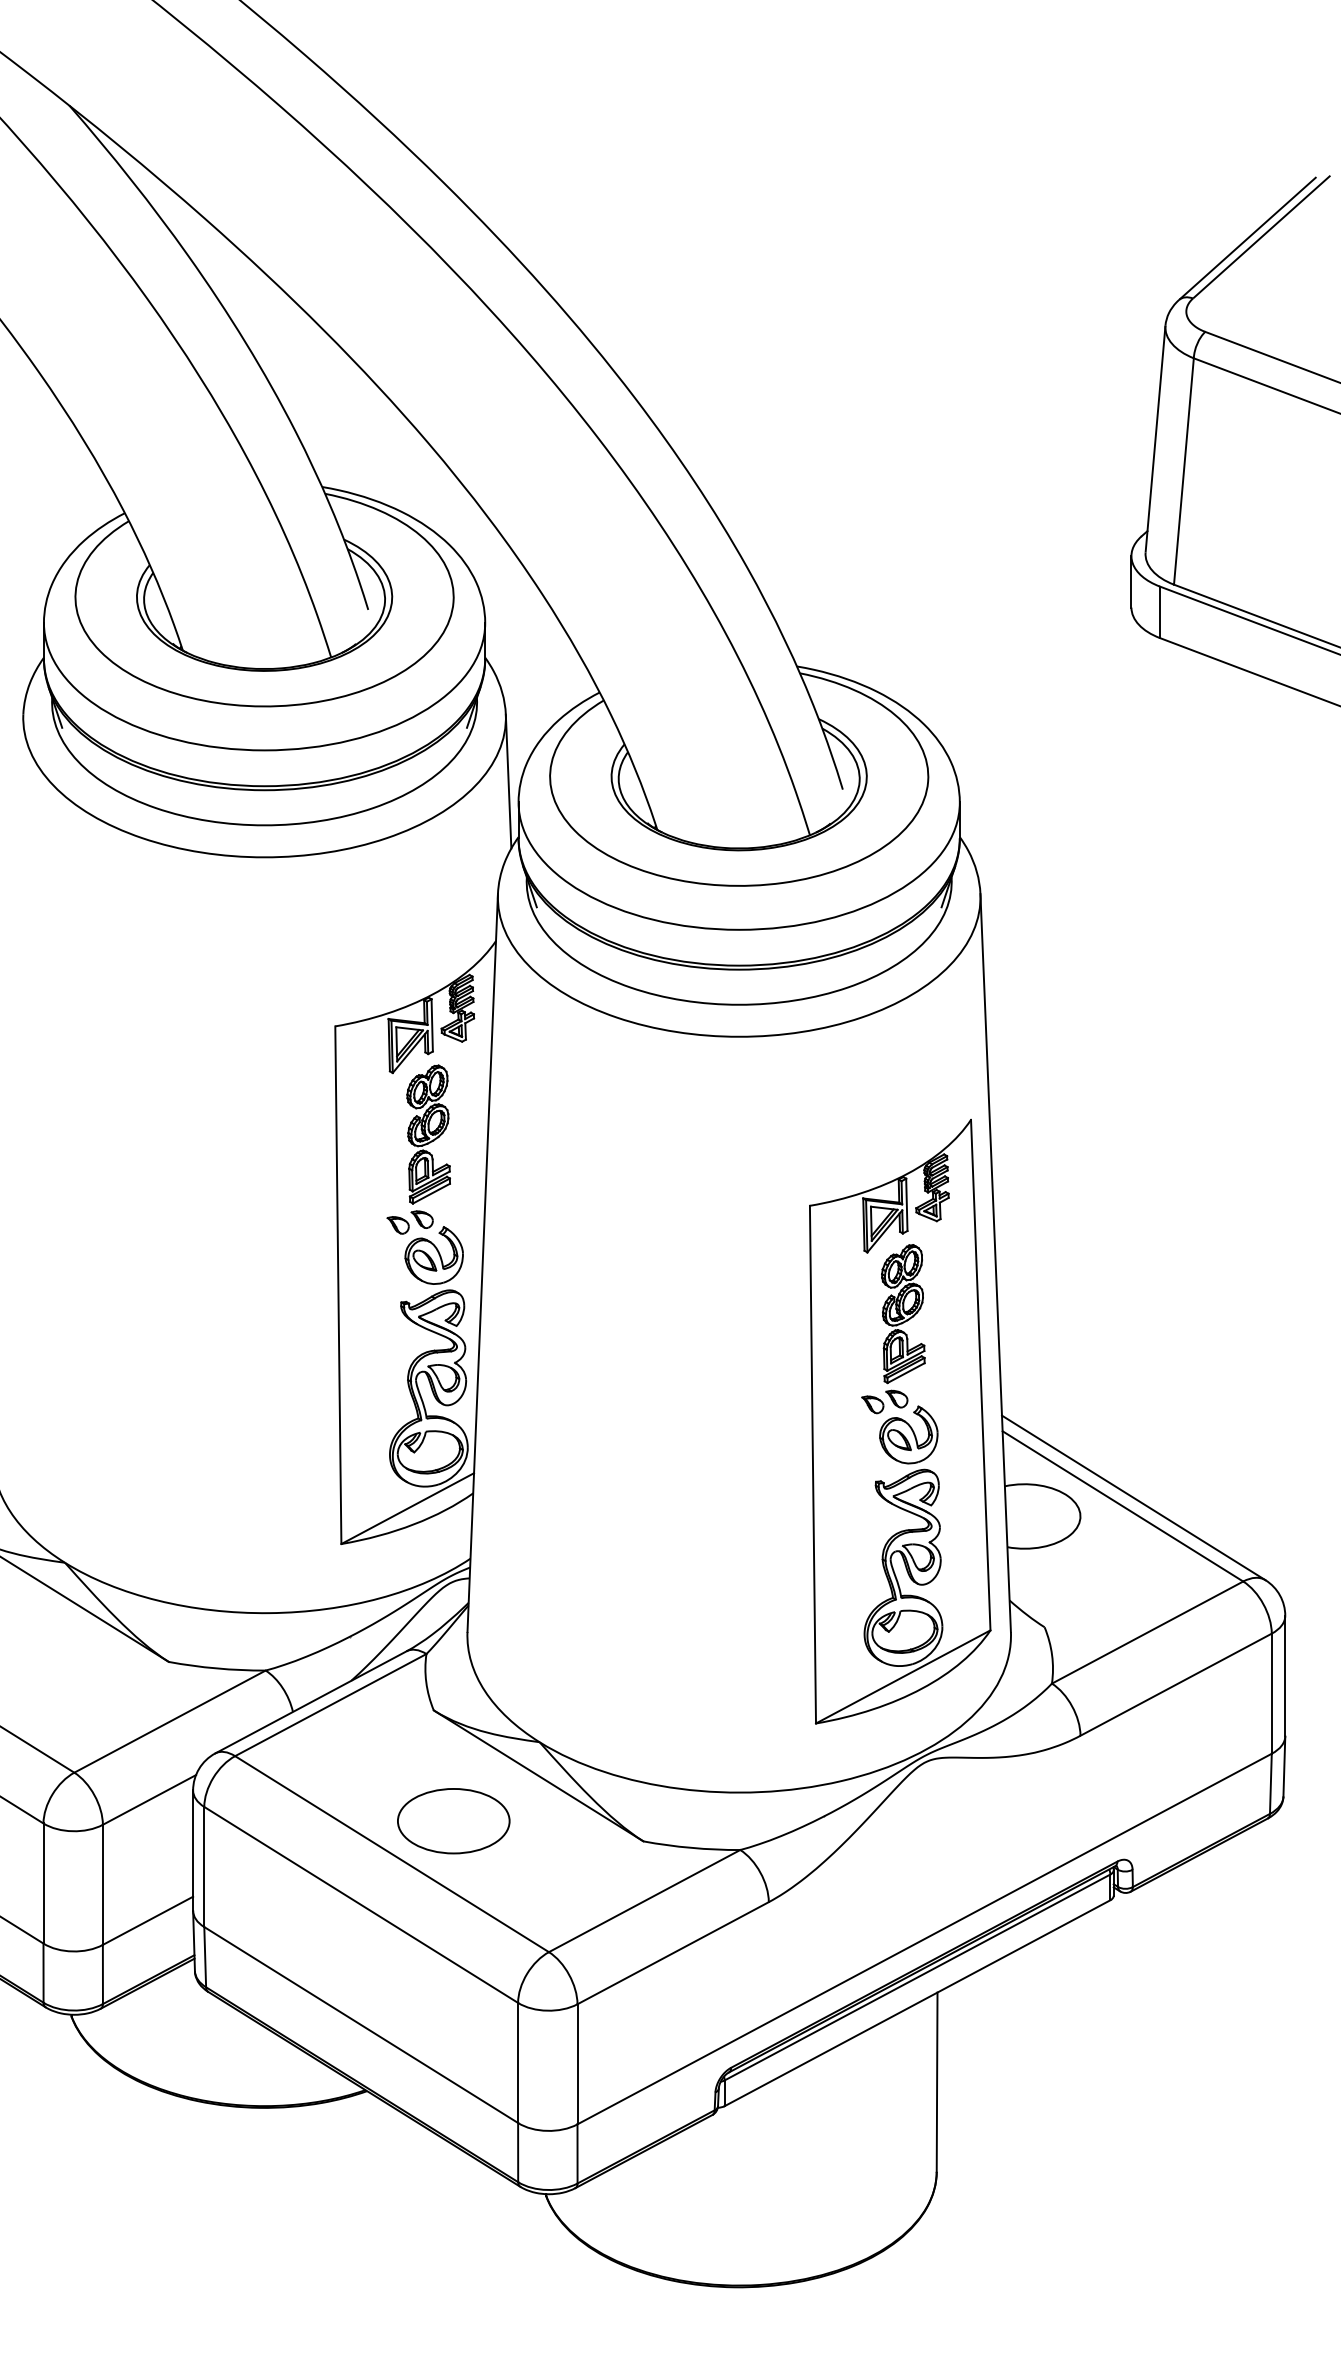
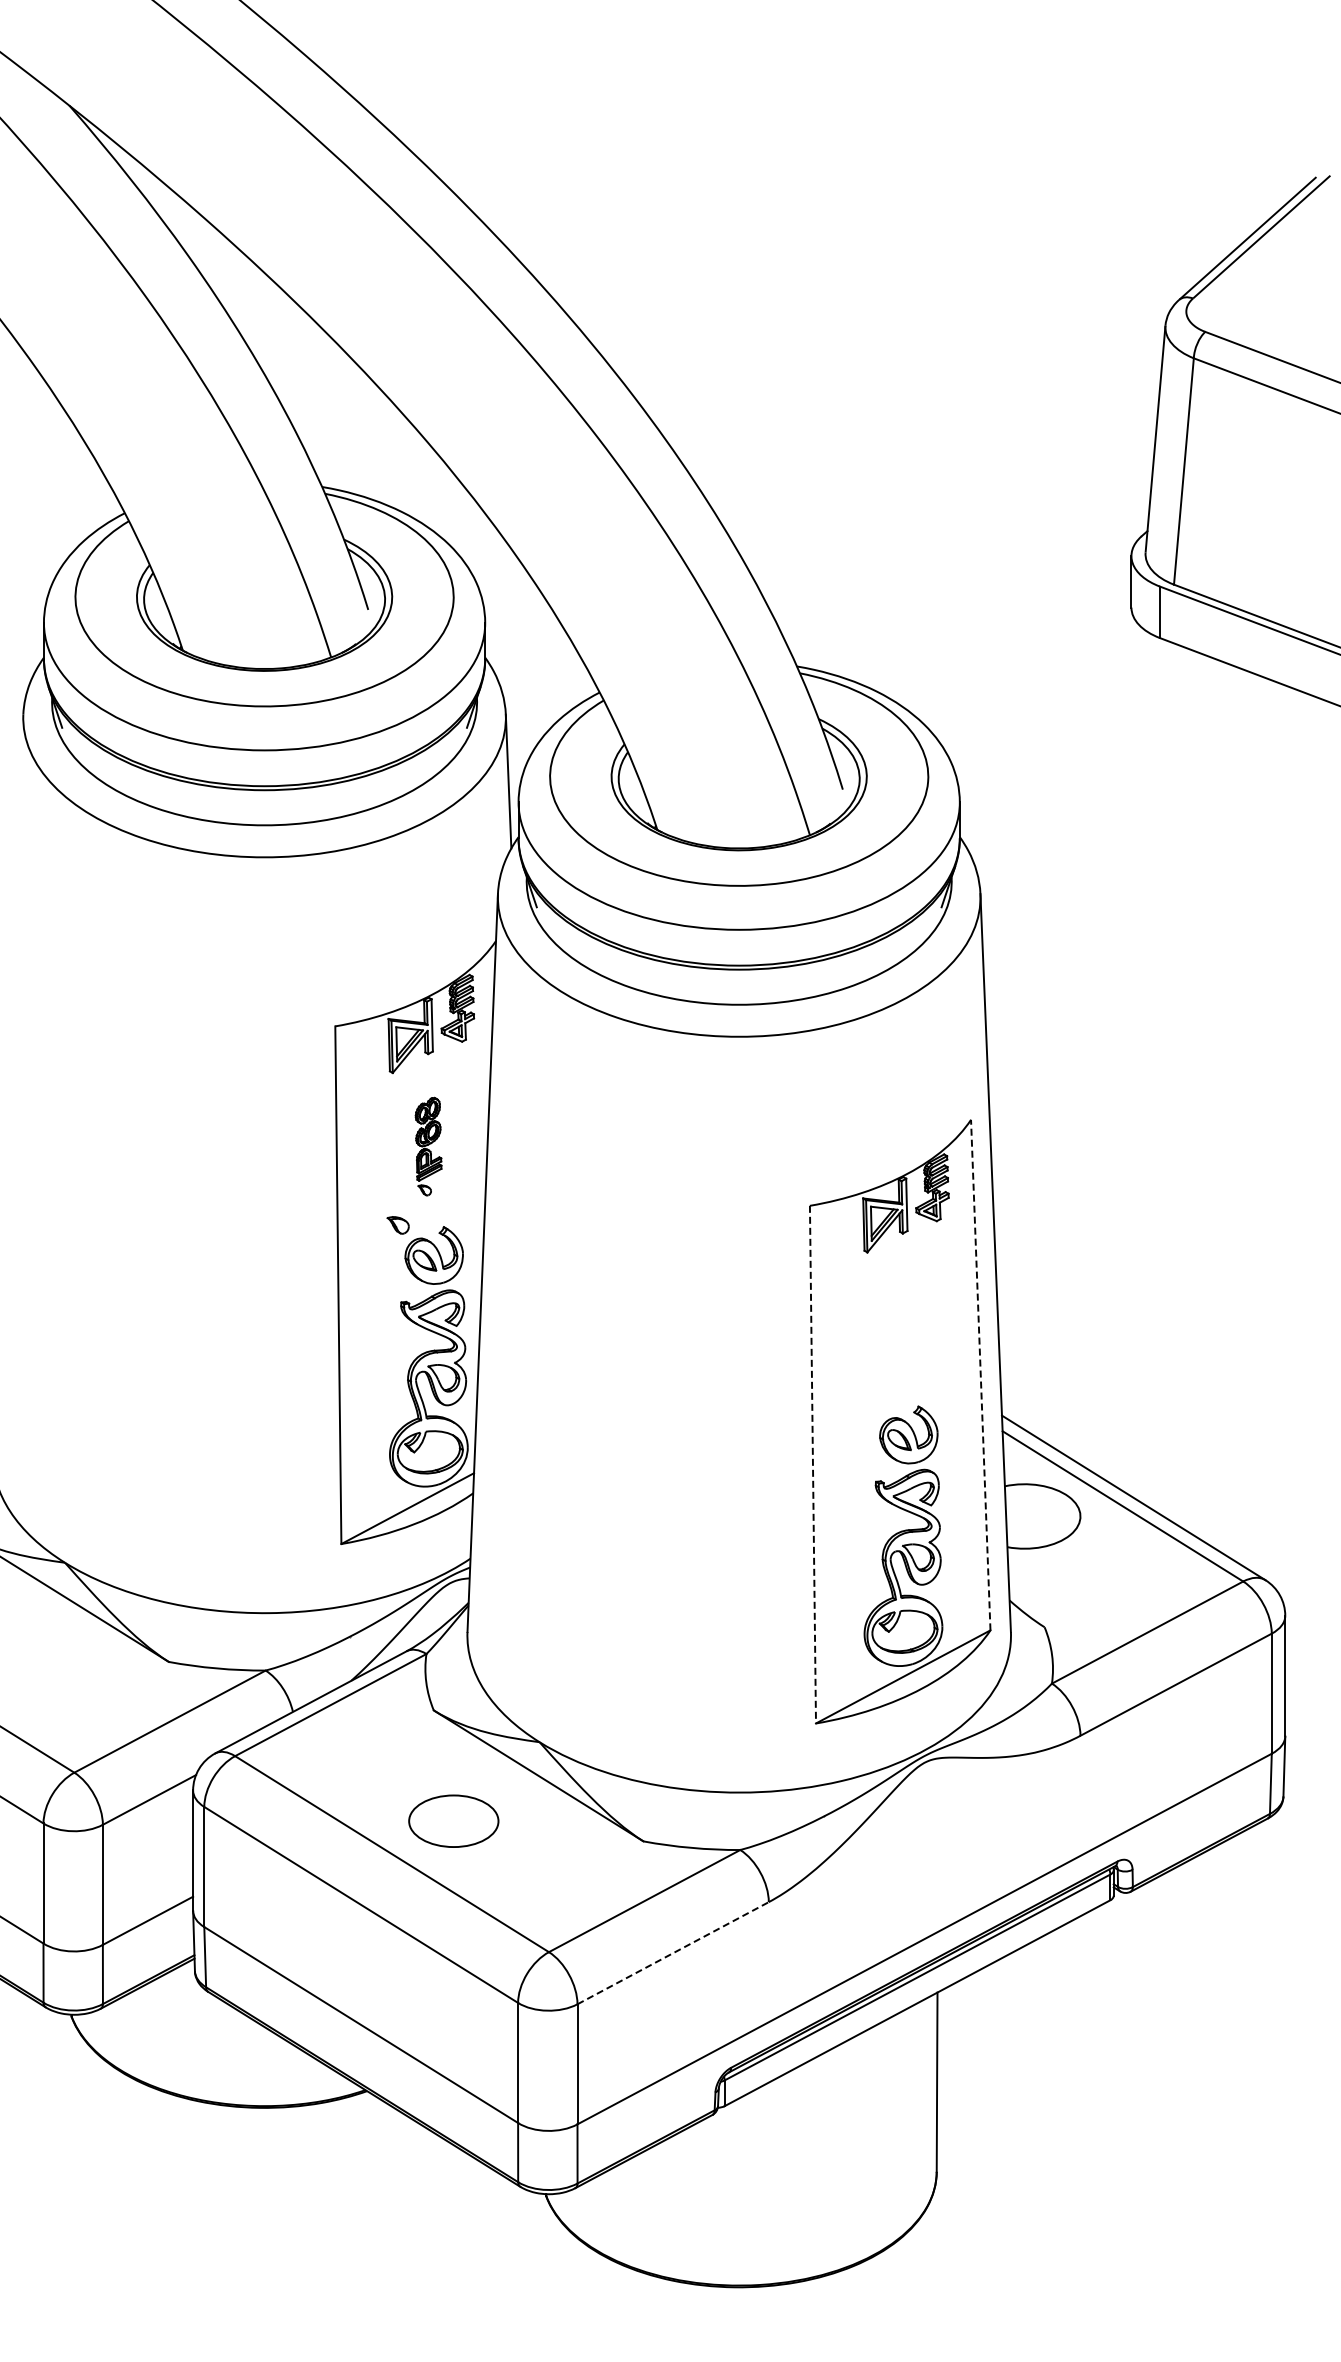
part at (428, 1146) size: 45x165 px -> 29x101 px
part at (893, 1329): present -> none
line at (980, 1374): solid -> dashed
line at (812, 1464): solid -> dashed
part at (453, 1821) size: 114x67 px -> 92x54 px
line at (673, 1952): solid -> dashed
